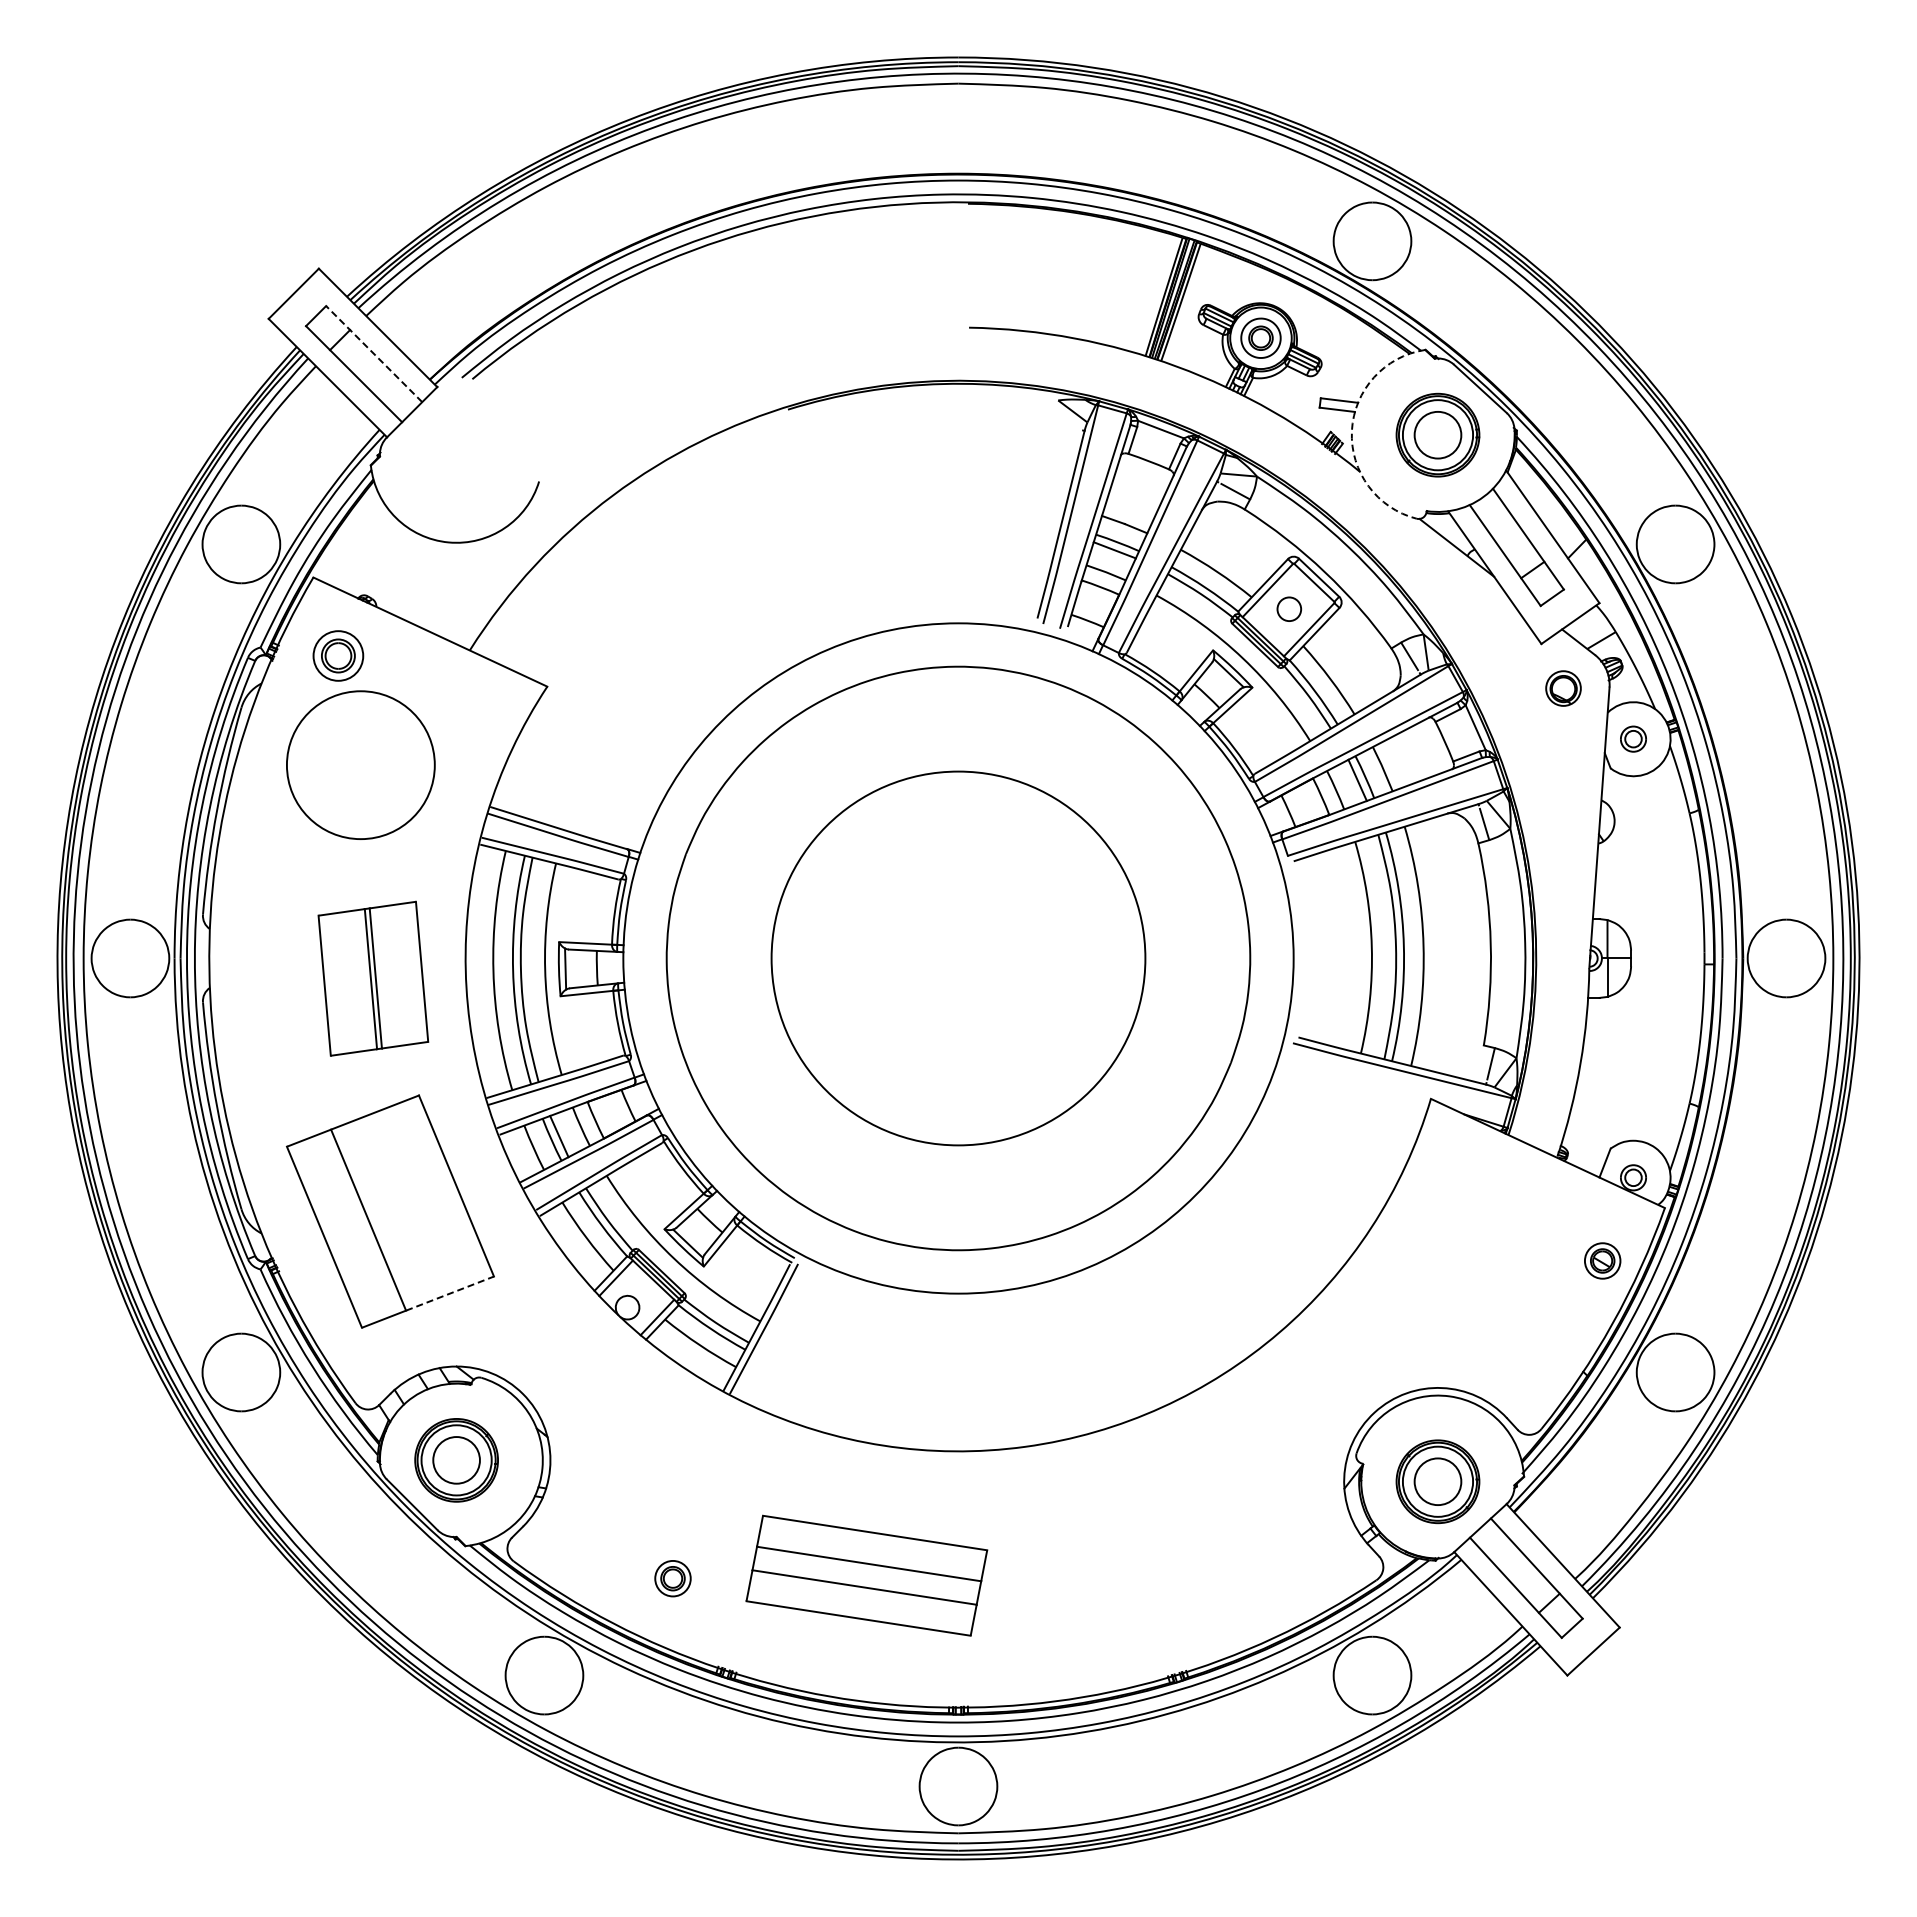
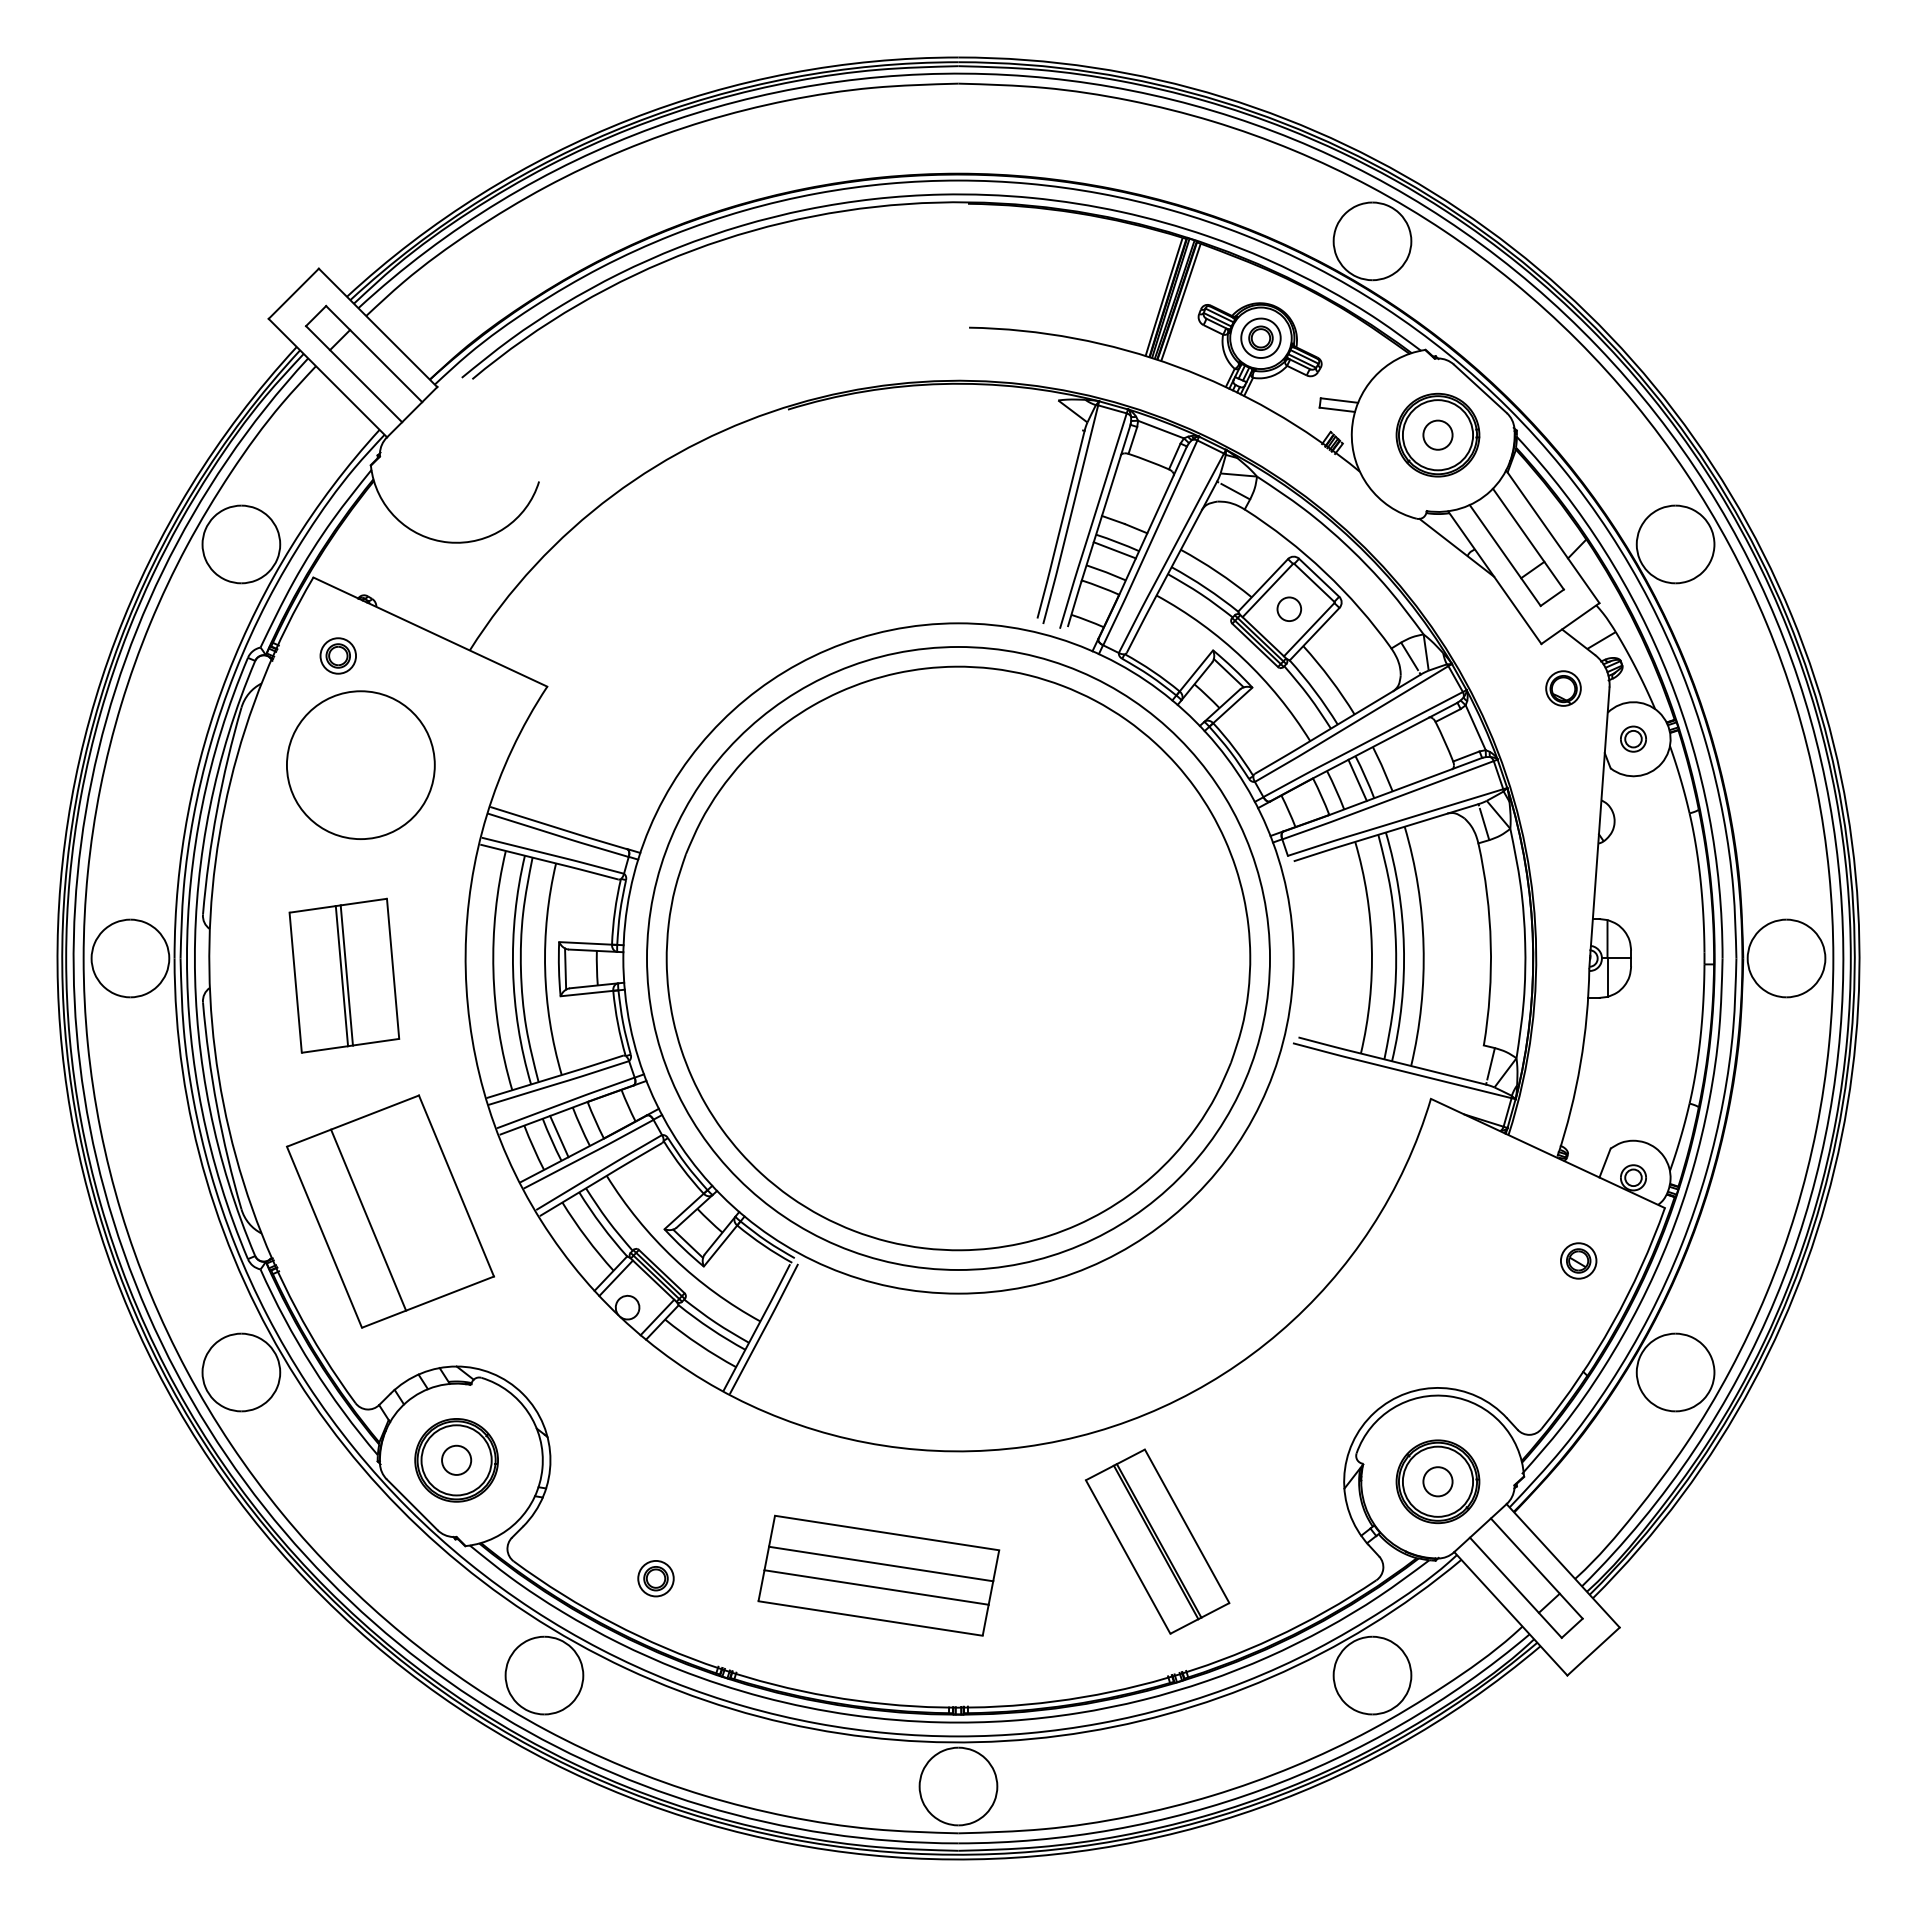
line at (374, 354): dashed -> solid
arc at (1351, 430): dashed -> solid
circle at (1437, 434) diameter: 47 px -> 29 px
part at (338, 655) size: 53x52 px -> 38x38 px
circle at (958, 958) diameter: 374 px -> 623 px
part at (373, 978) position: (373, 978) -> (344, 975)
part at (1602, 1260) position: (1602, 1260) -> (1578, 1260)
line at (450, 1293): dashed -> solid
circle at (456, 1460) diameter: 47 px -> 29 px
circle at (1437, 1481) diameter: 47 px -> 29 px
part at (1157, 1541): none -> present
part at (866, 1575) position: (866, 1575) -> (878, 1575)
part at (672, 1578) position: (672, 1578) -> (655, 1578)
